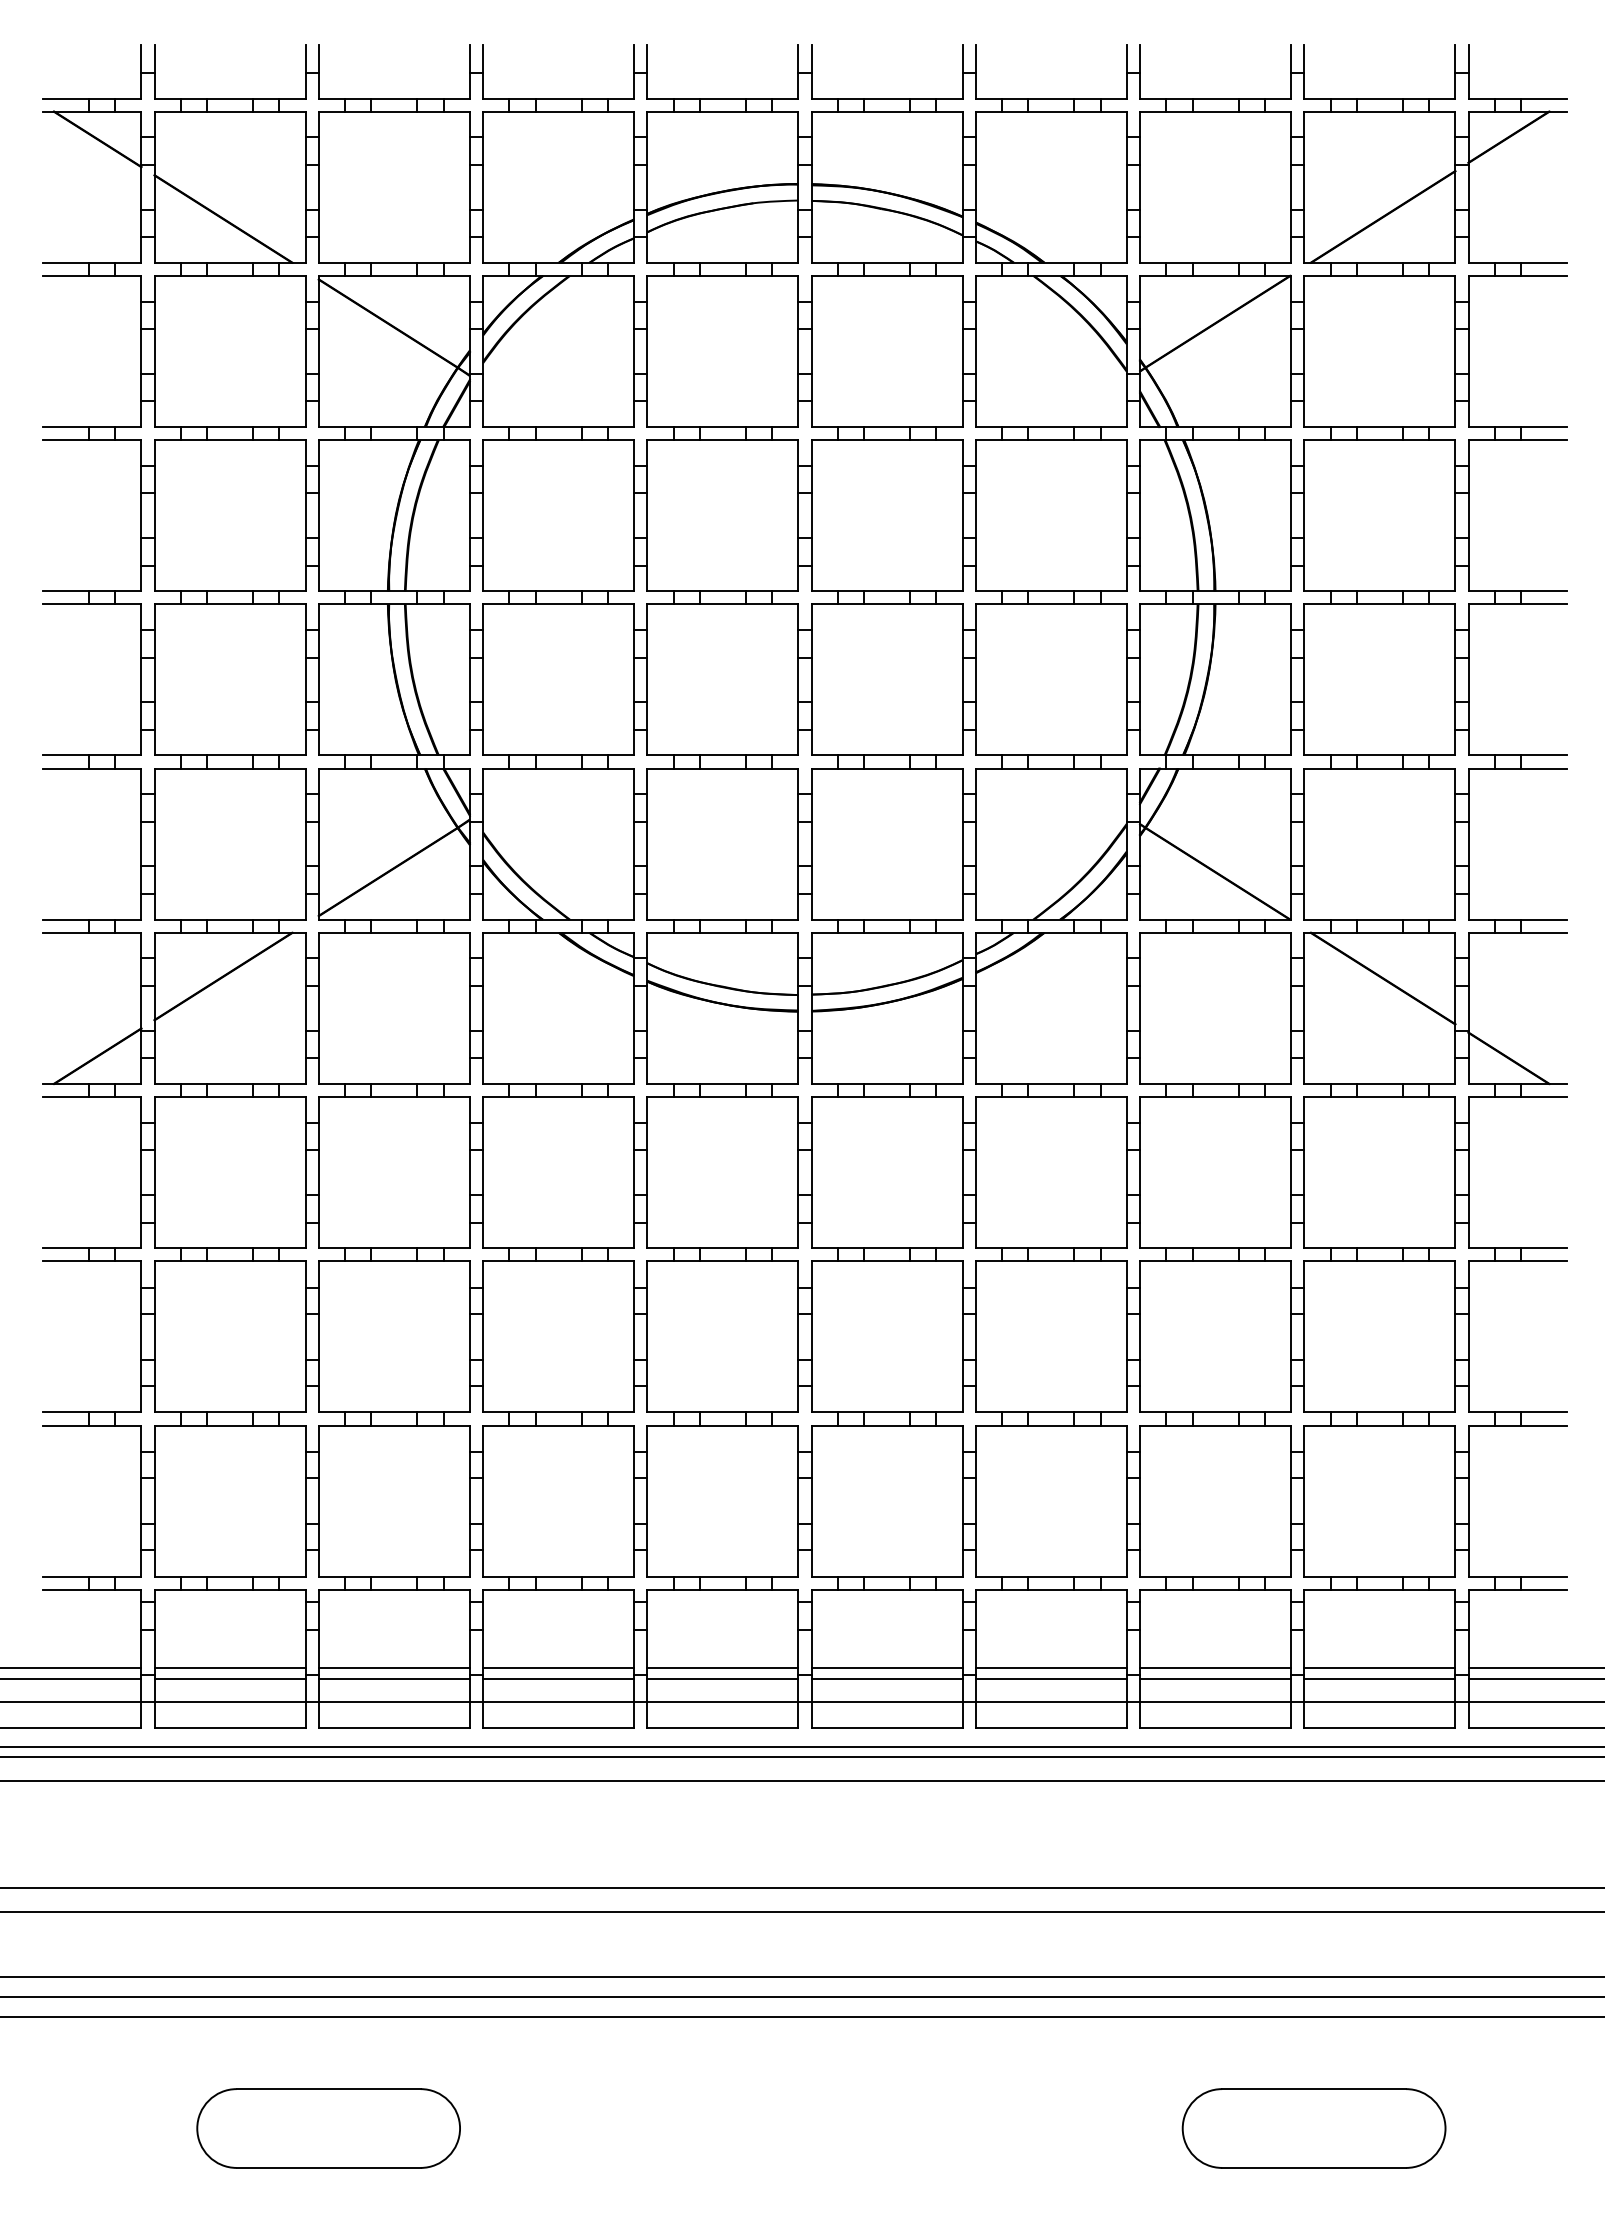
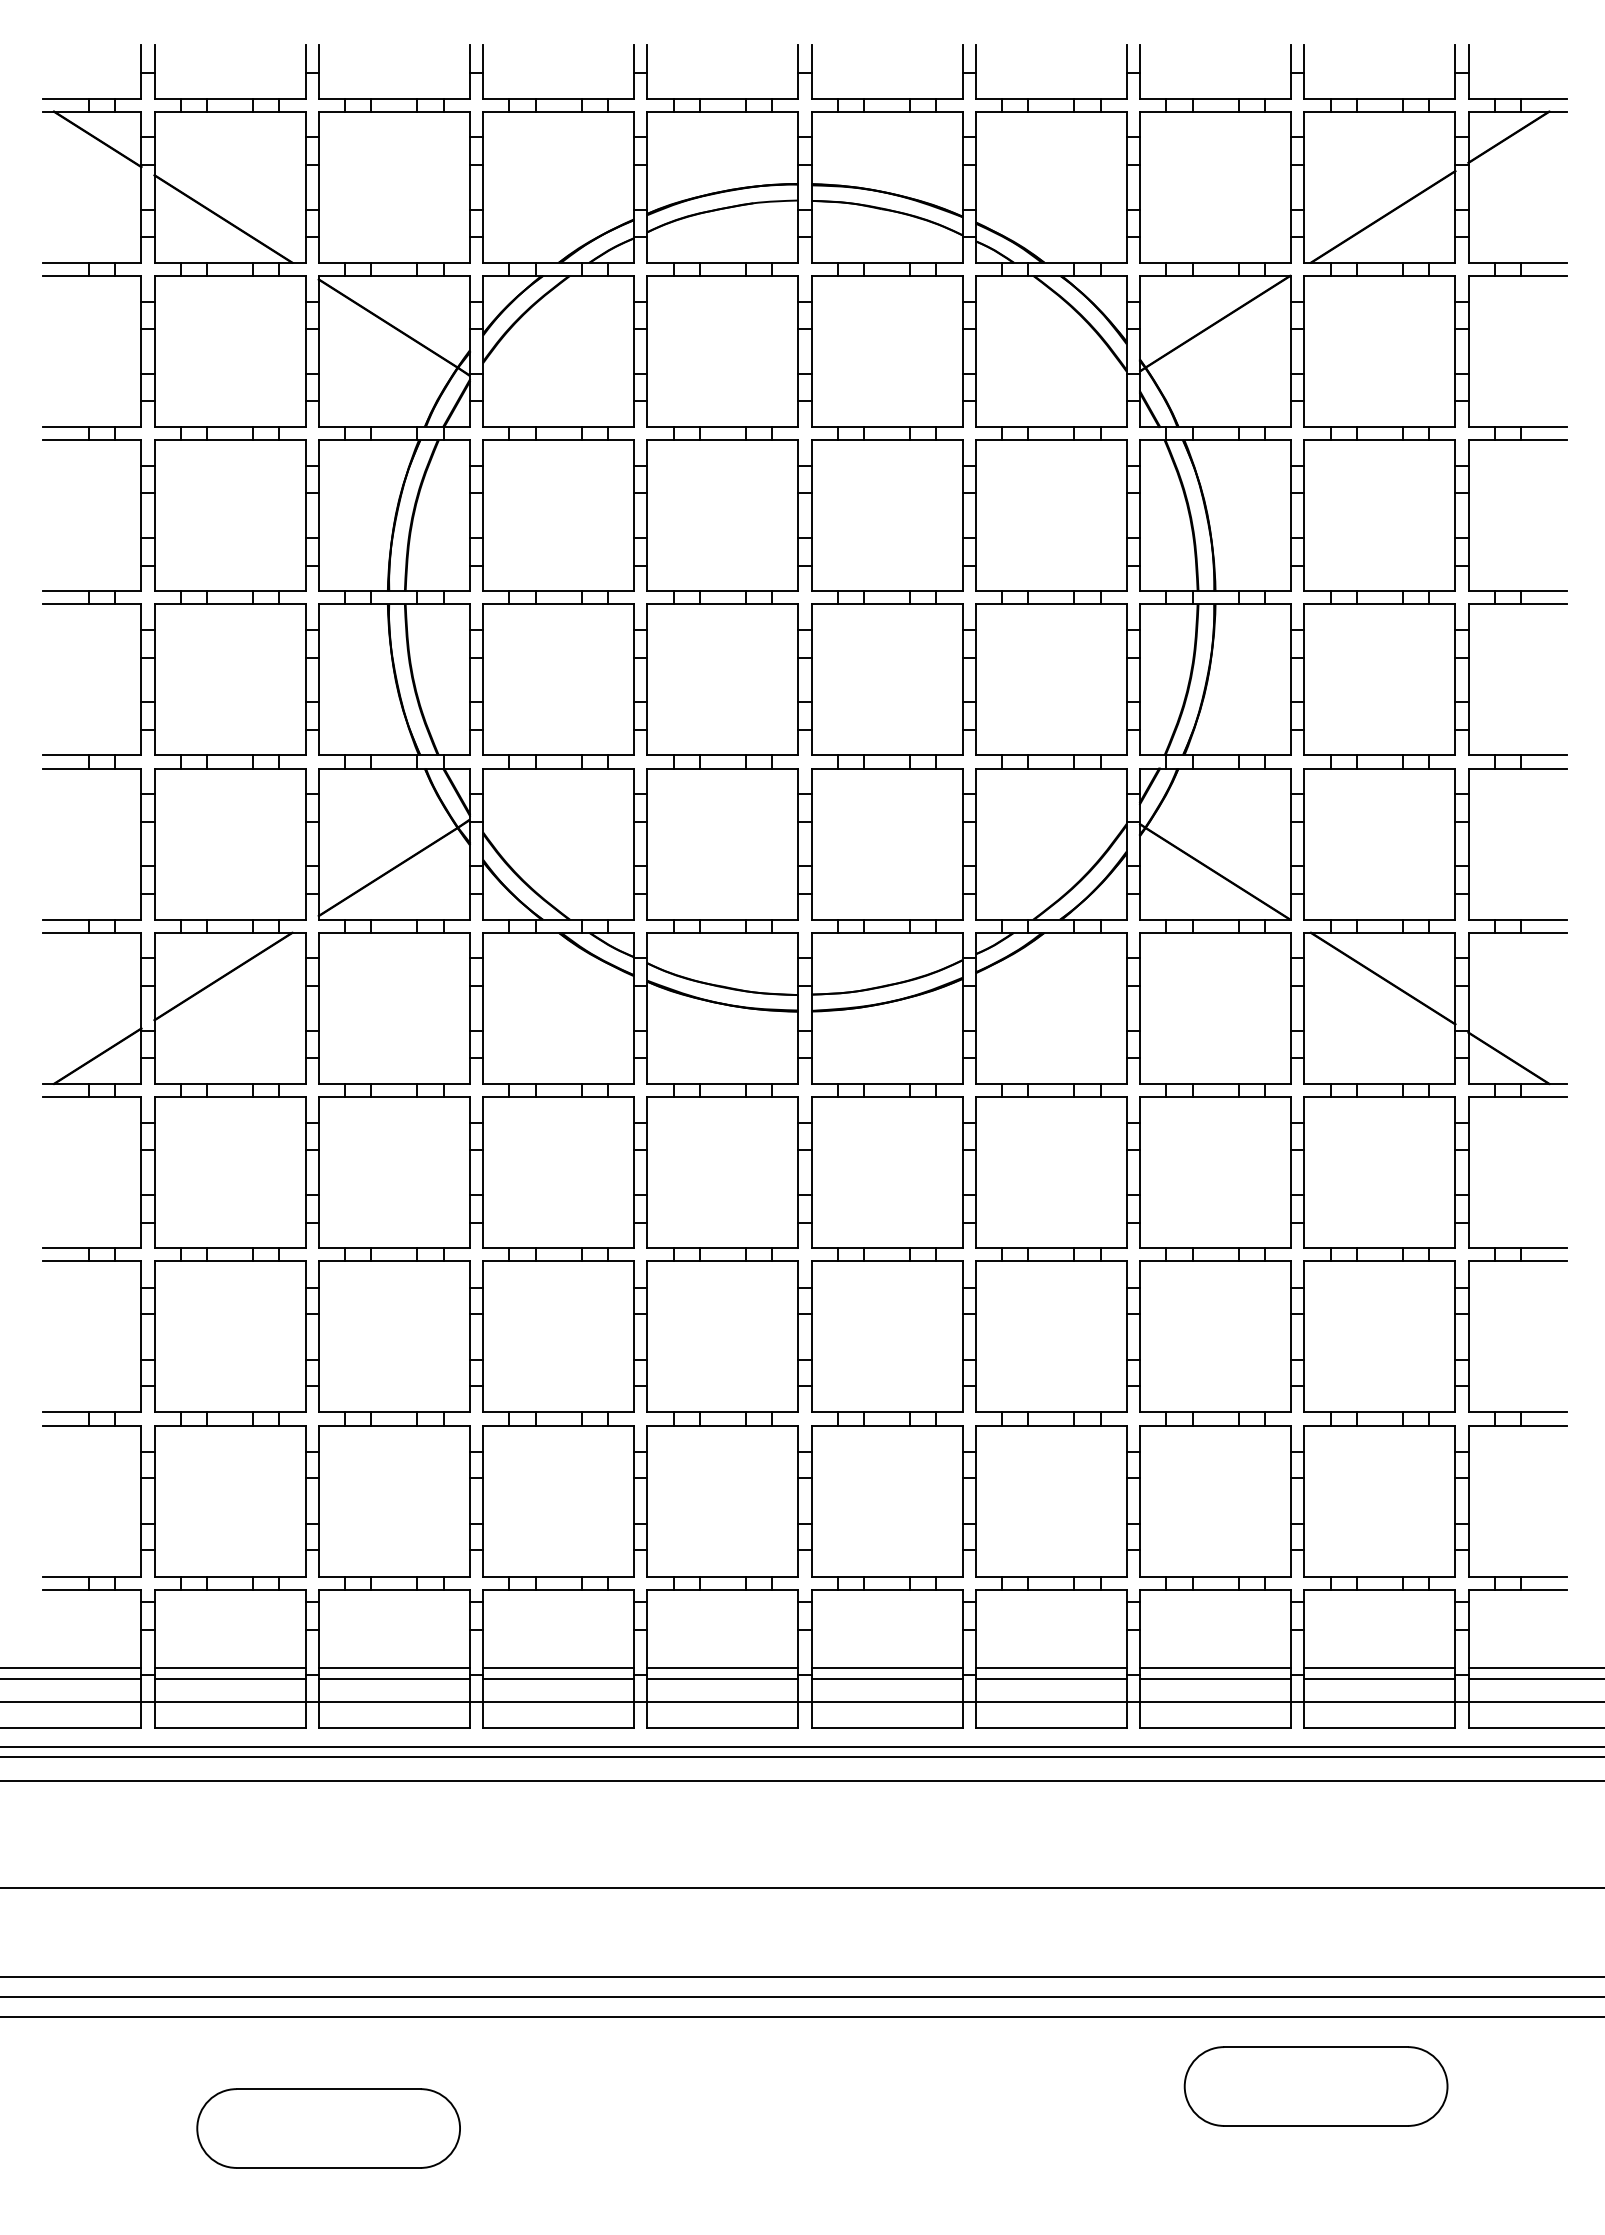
line at (801, 1911): present -> none
part at (1313, 2128) position: (1313, 2128) -> (1315, 2086)
